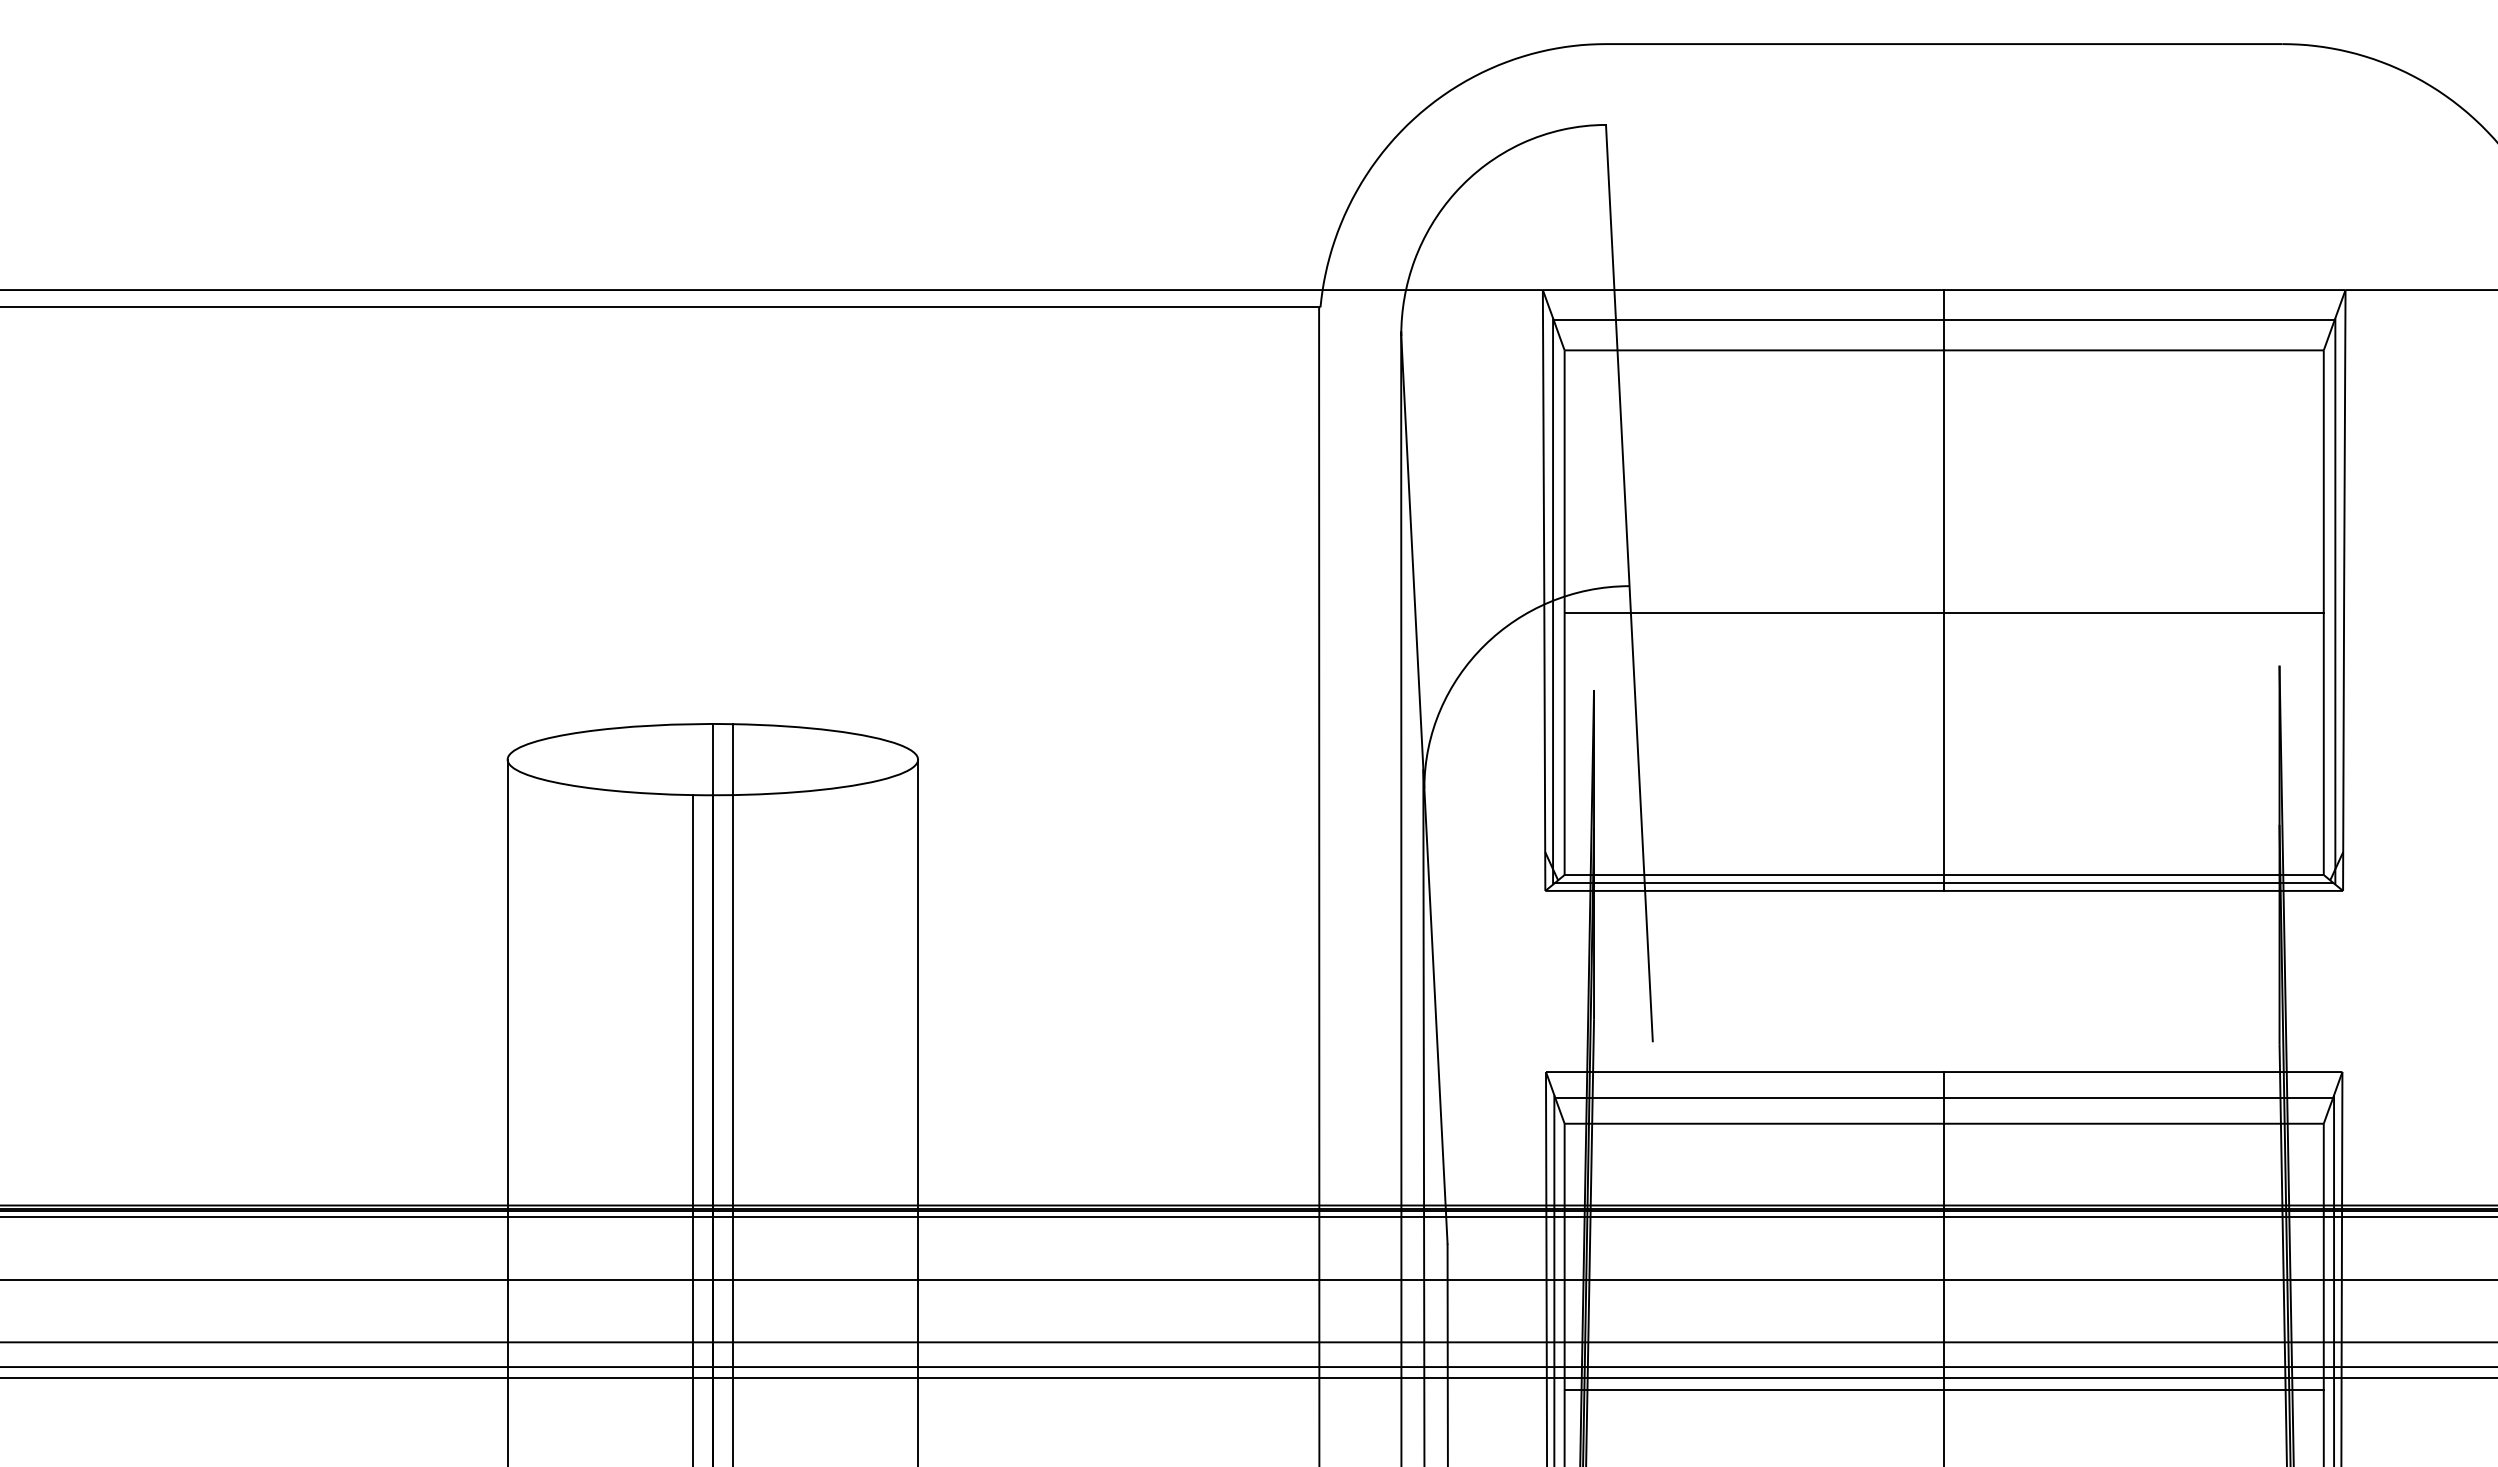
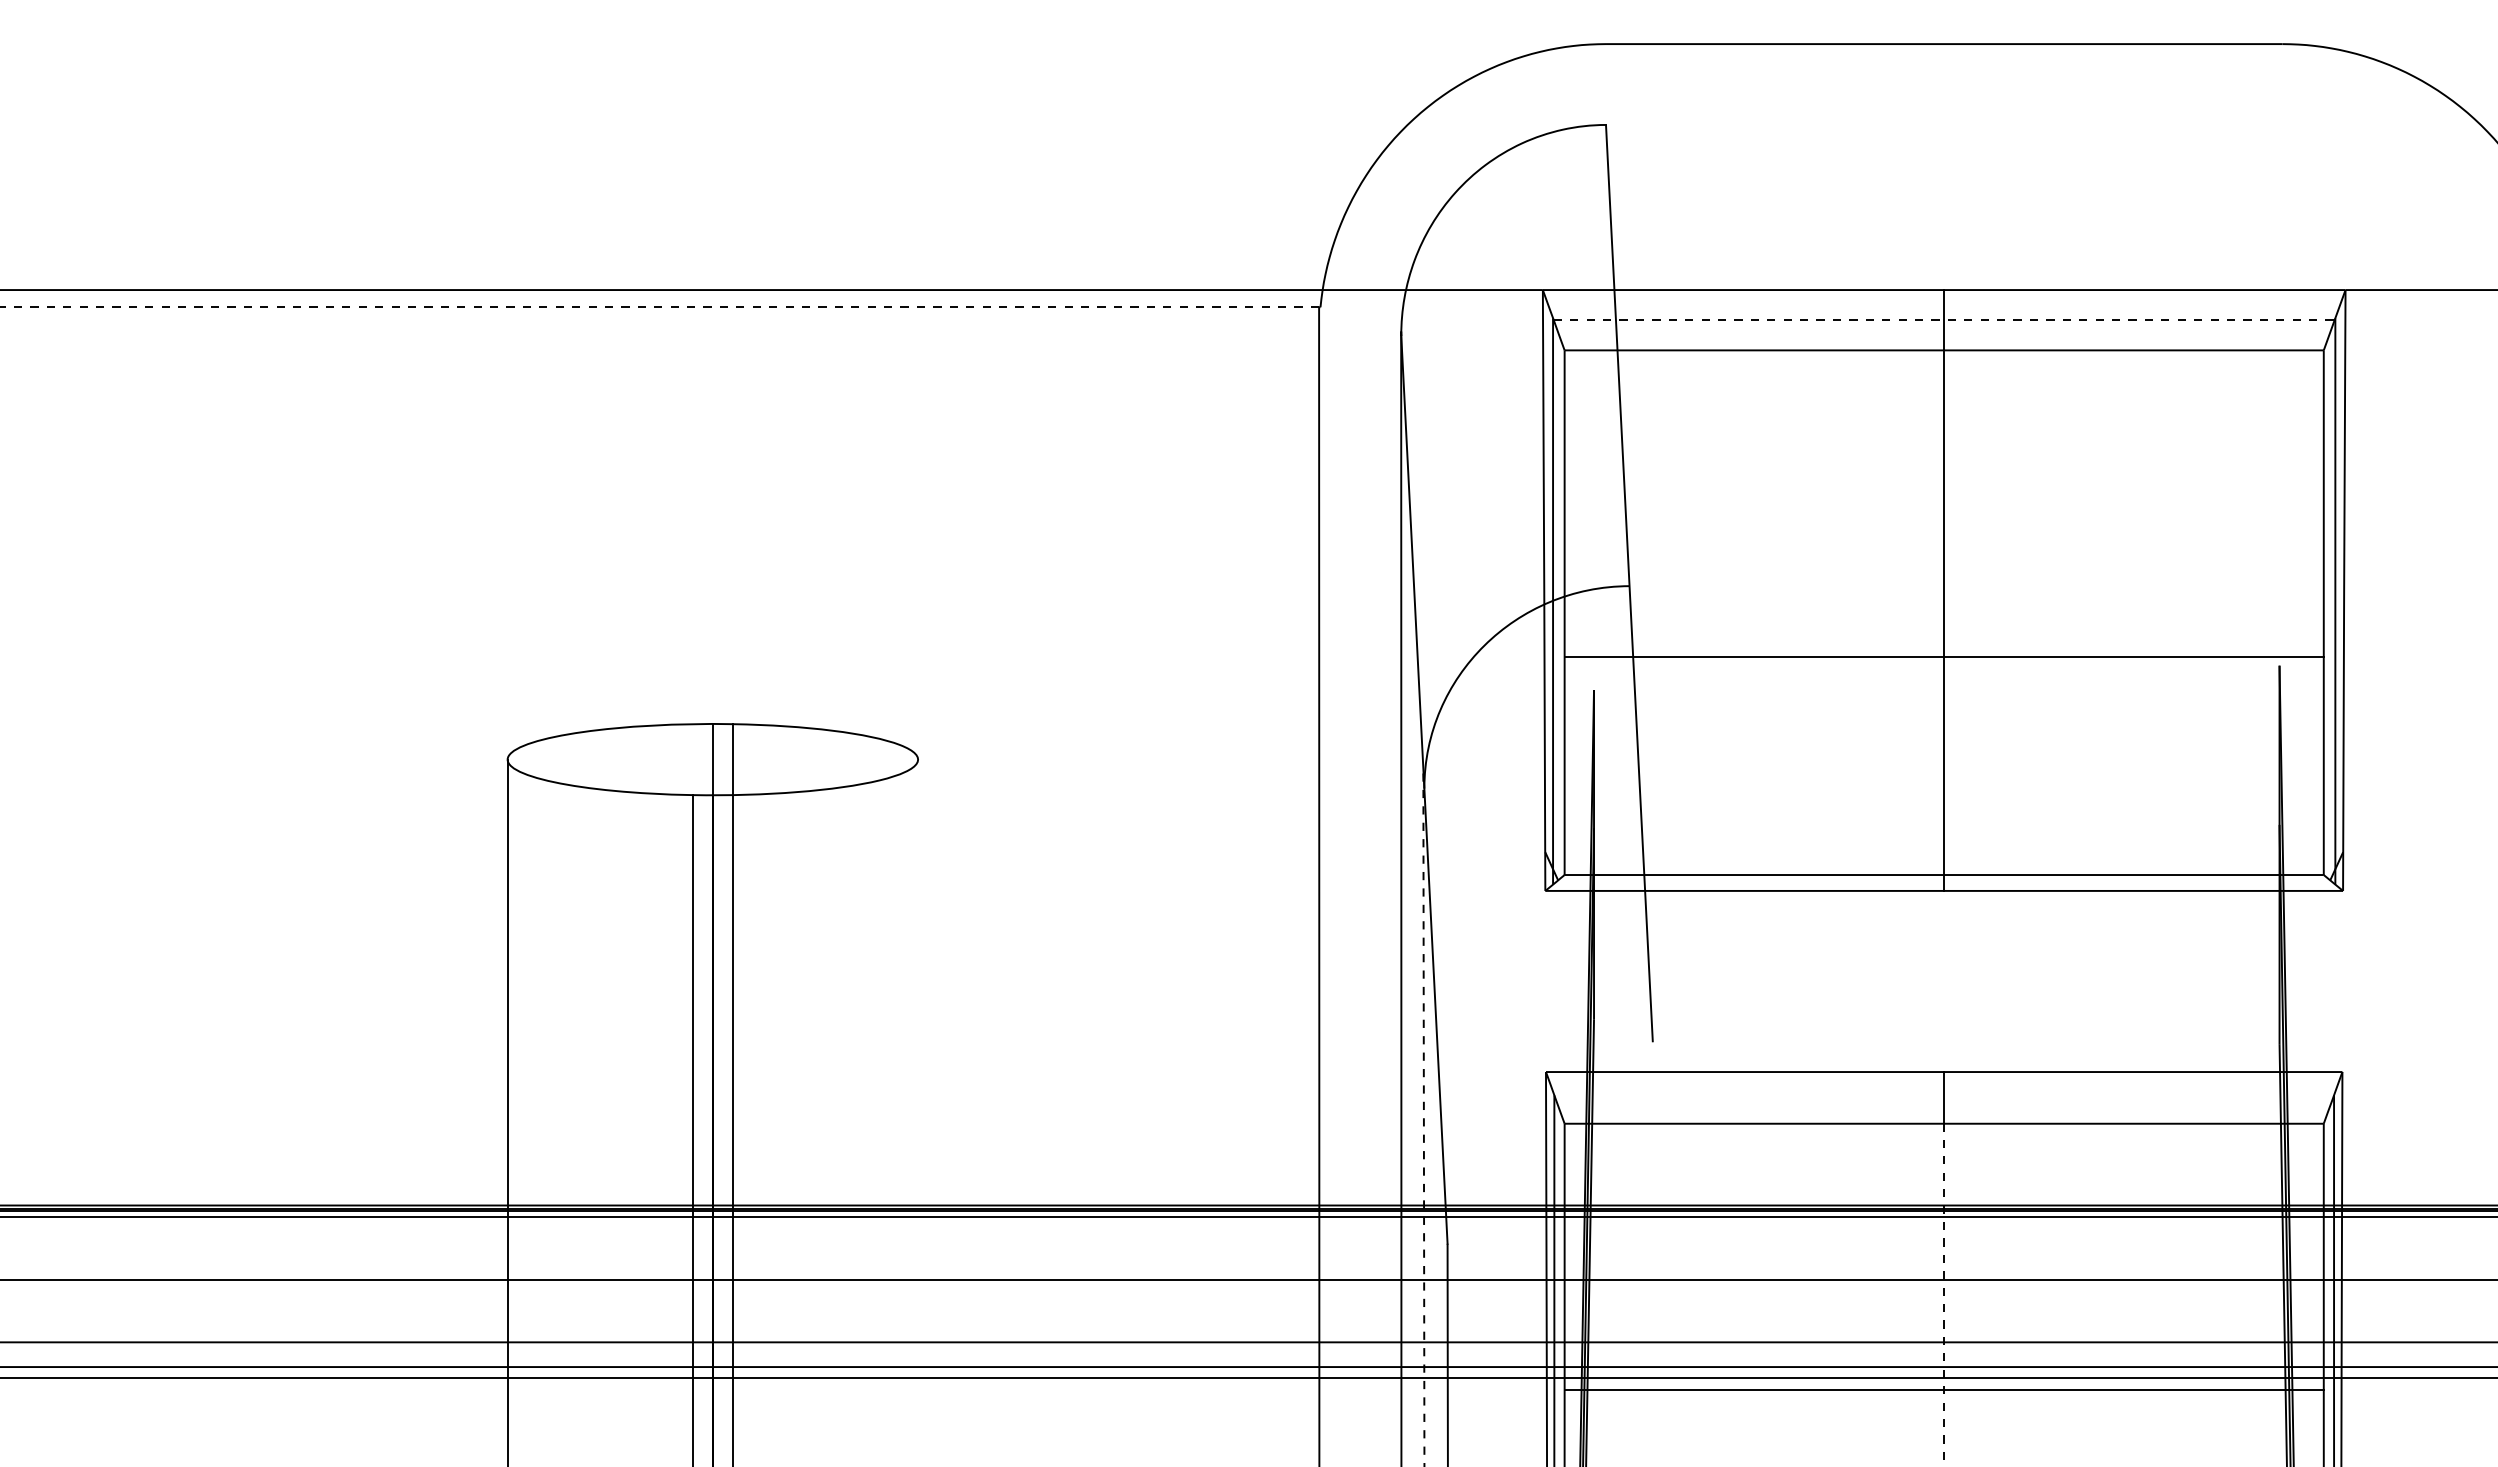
line at (659, 307): solid -> dashed
line at (1944, 320): solid -> dashed
line at (1943, 612) position: (1943, 612) -> (1943, 656)
line at (1944, 882): present -> none
line at (1944, 1097): present -> none
line at (918, 1111): present -> none
line at (1423, 1117): solid -> dashed
line at (1944, 1294): solid -> dashed
